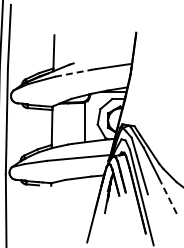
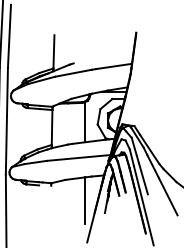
line at (73, 73): dashed -> solid
line at (168, 196): dashed -> solid
line at (84, 200): none -> present
